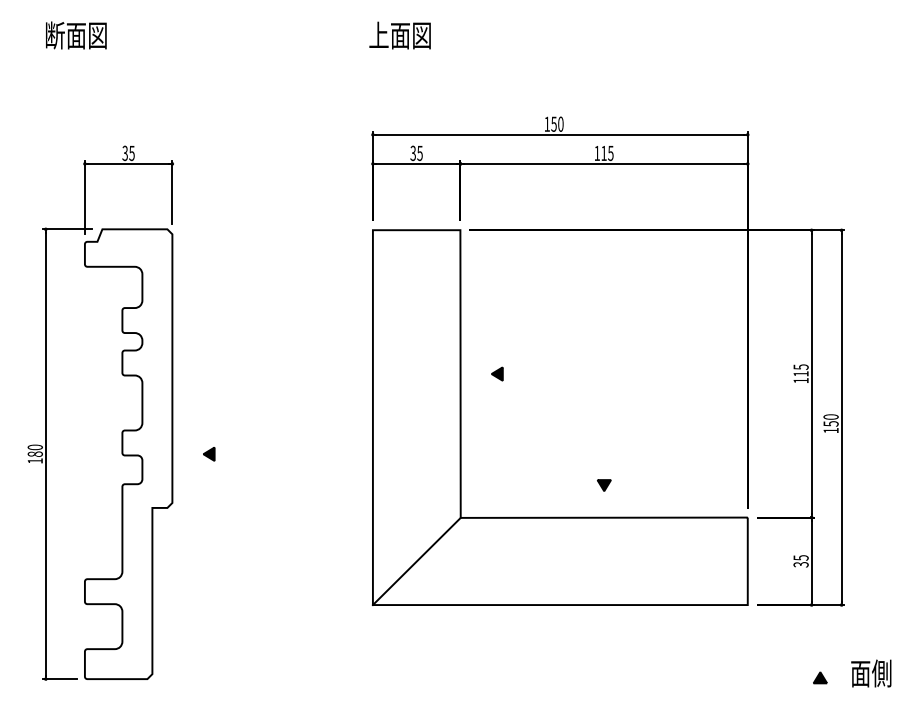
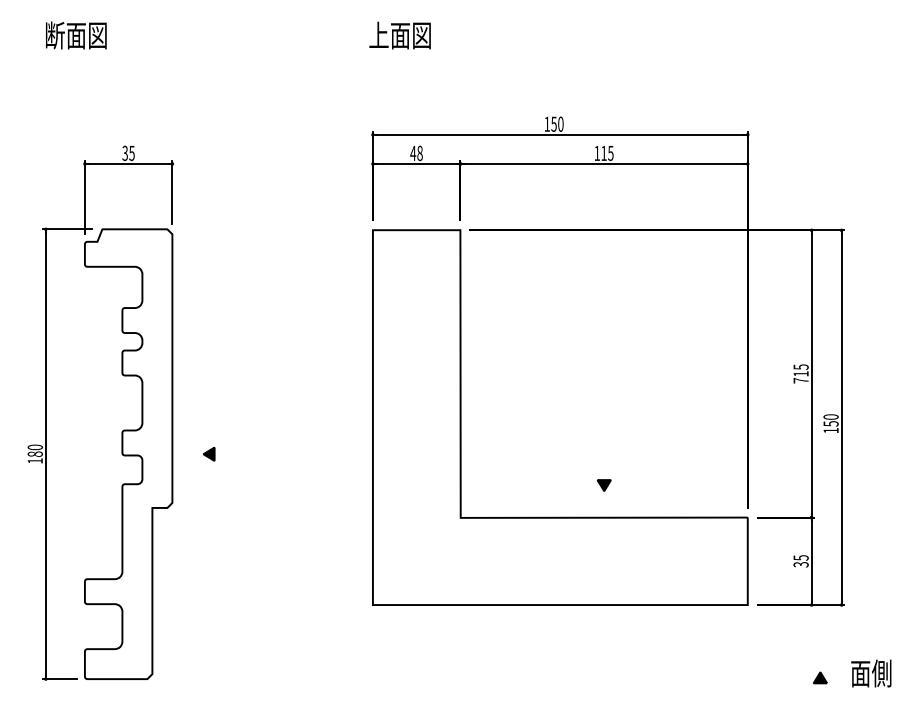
text at (416, 153): 35 -> 48
part at (497, 373): present -> none
text at (800, 380): 115 -> 715
line at (416, 561): present -> none
